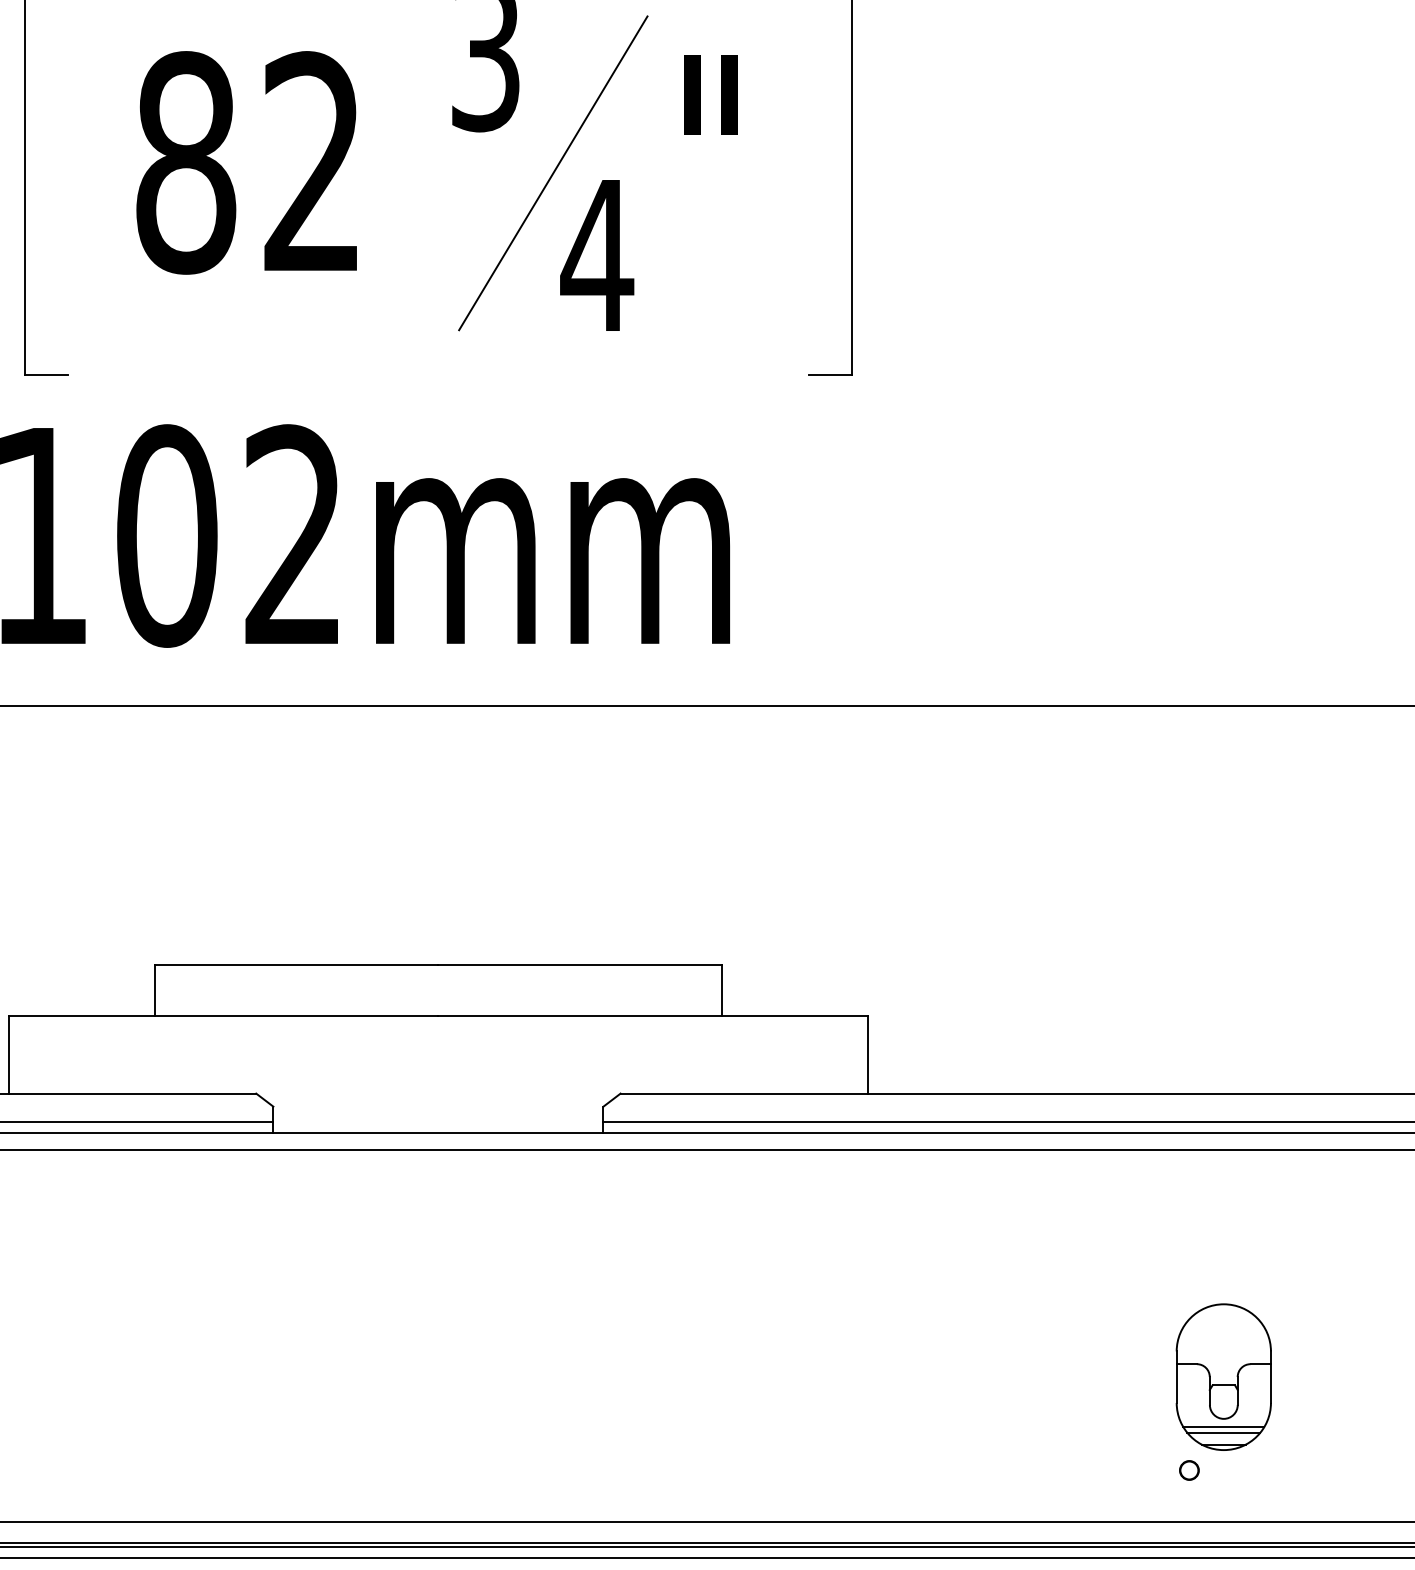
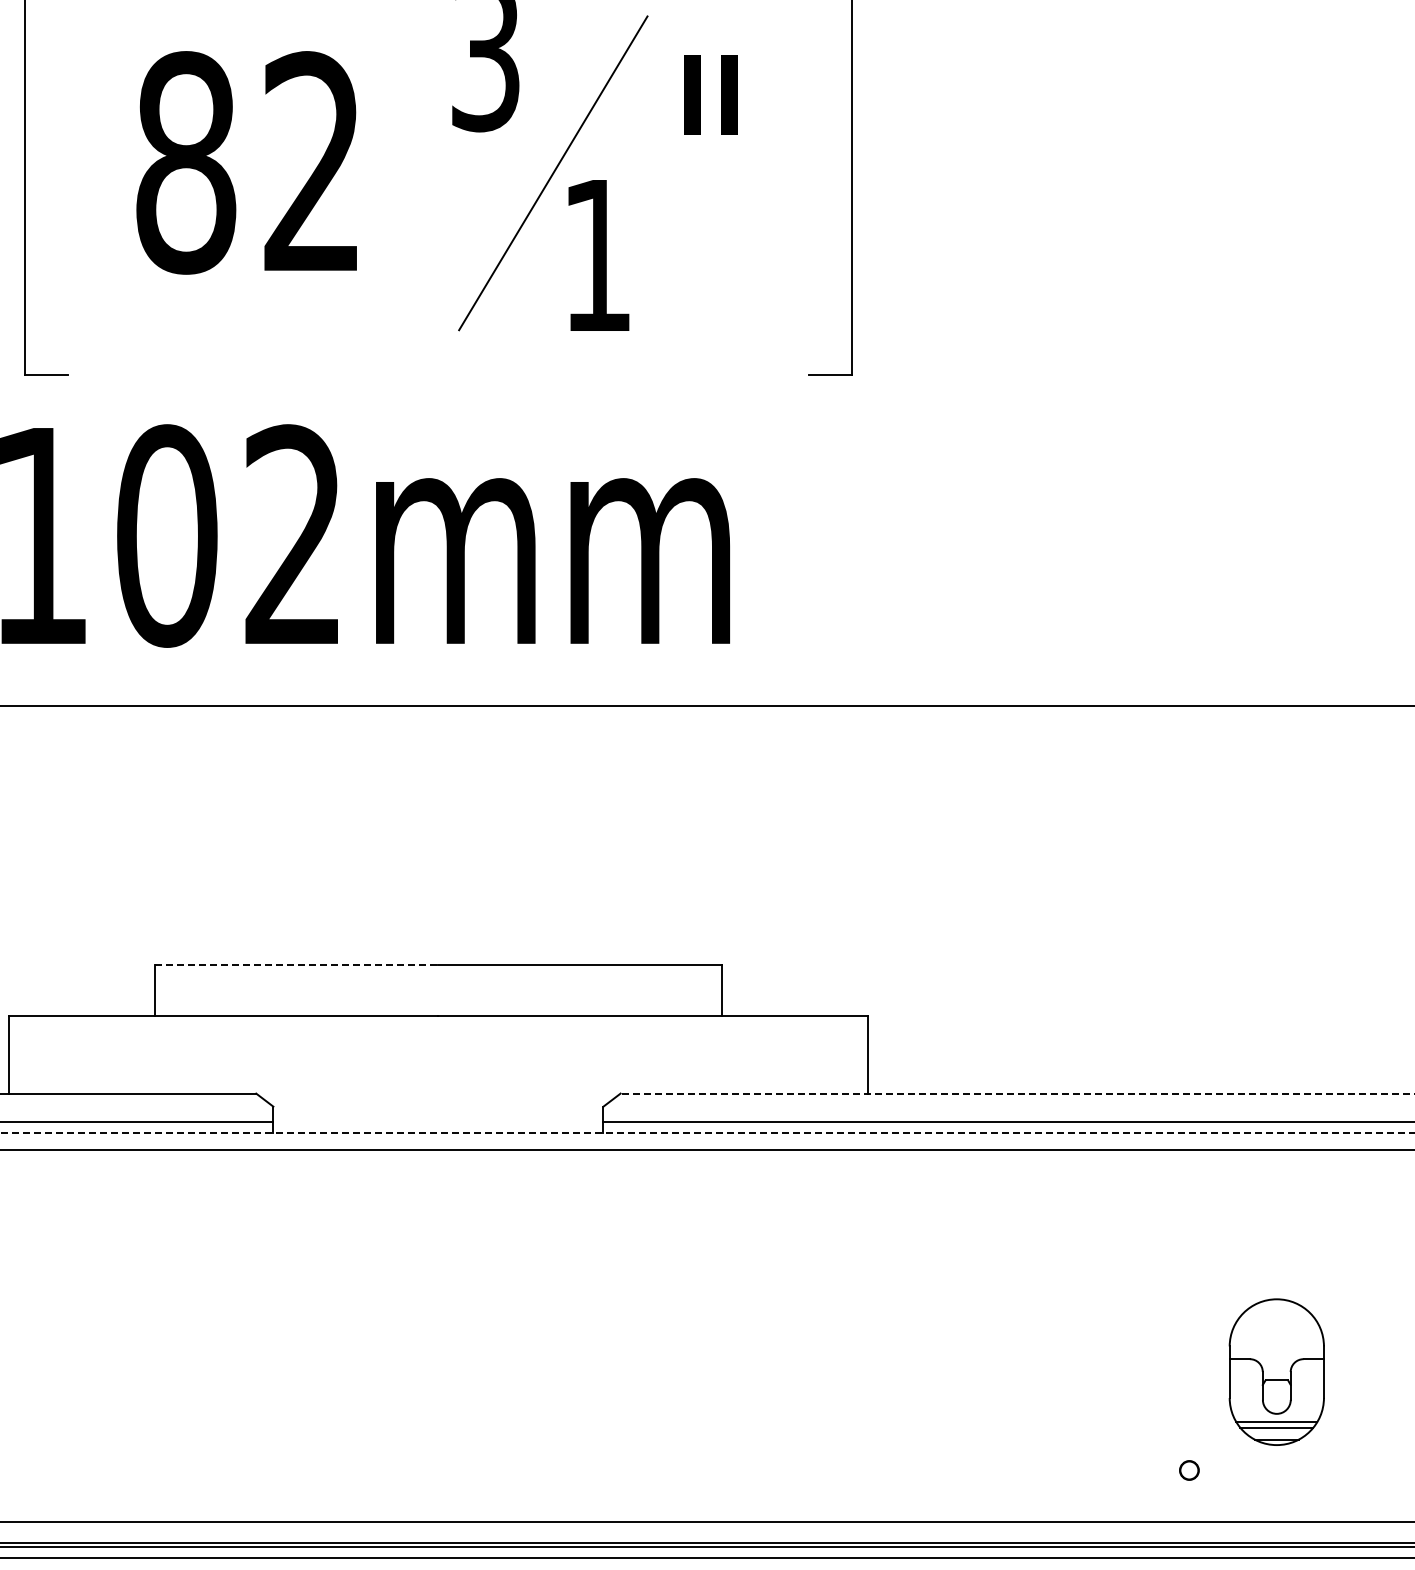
text at (597, 255): 4 -> 1
line at (296, 964): solid -> dashed
line at (1017, 1093): solid -> dashed
line at (706, 1133): solid -> dashed
part at (1223, 1376) position: (1223, 1376) -> (1276, 1371)
